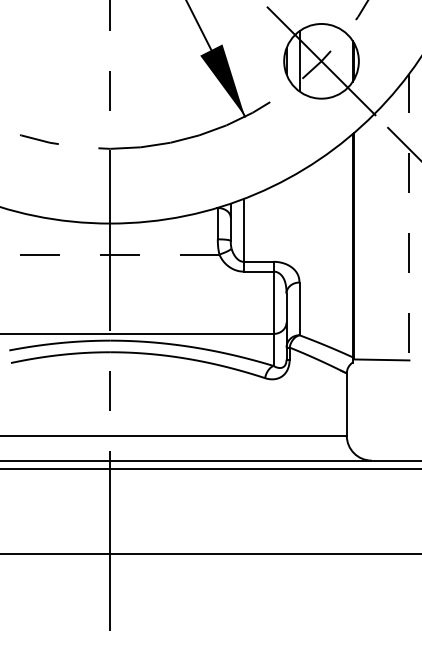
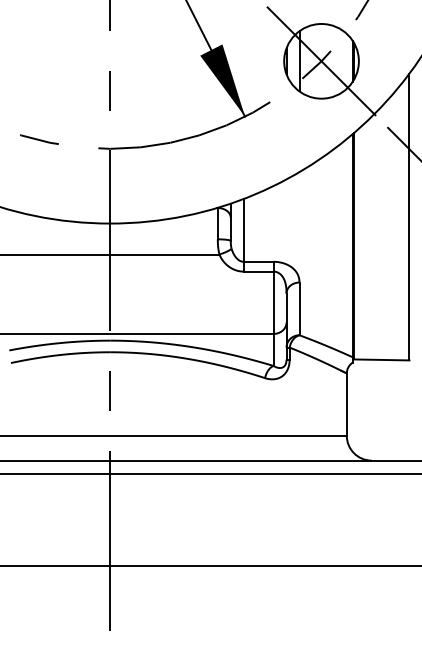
line at (409, 217): dashed -> solid
line at (109, 254): dashed -> solid
line at (210, 468) position: (210, 468) -> (210, 473)
line at (210, 554) position: (210, 554) -> (210, 566)
